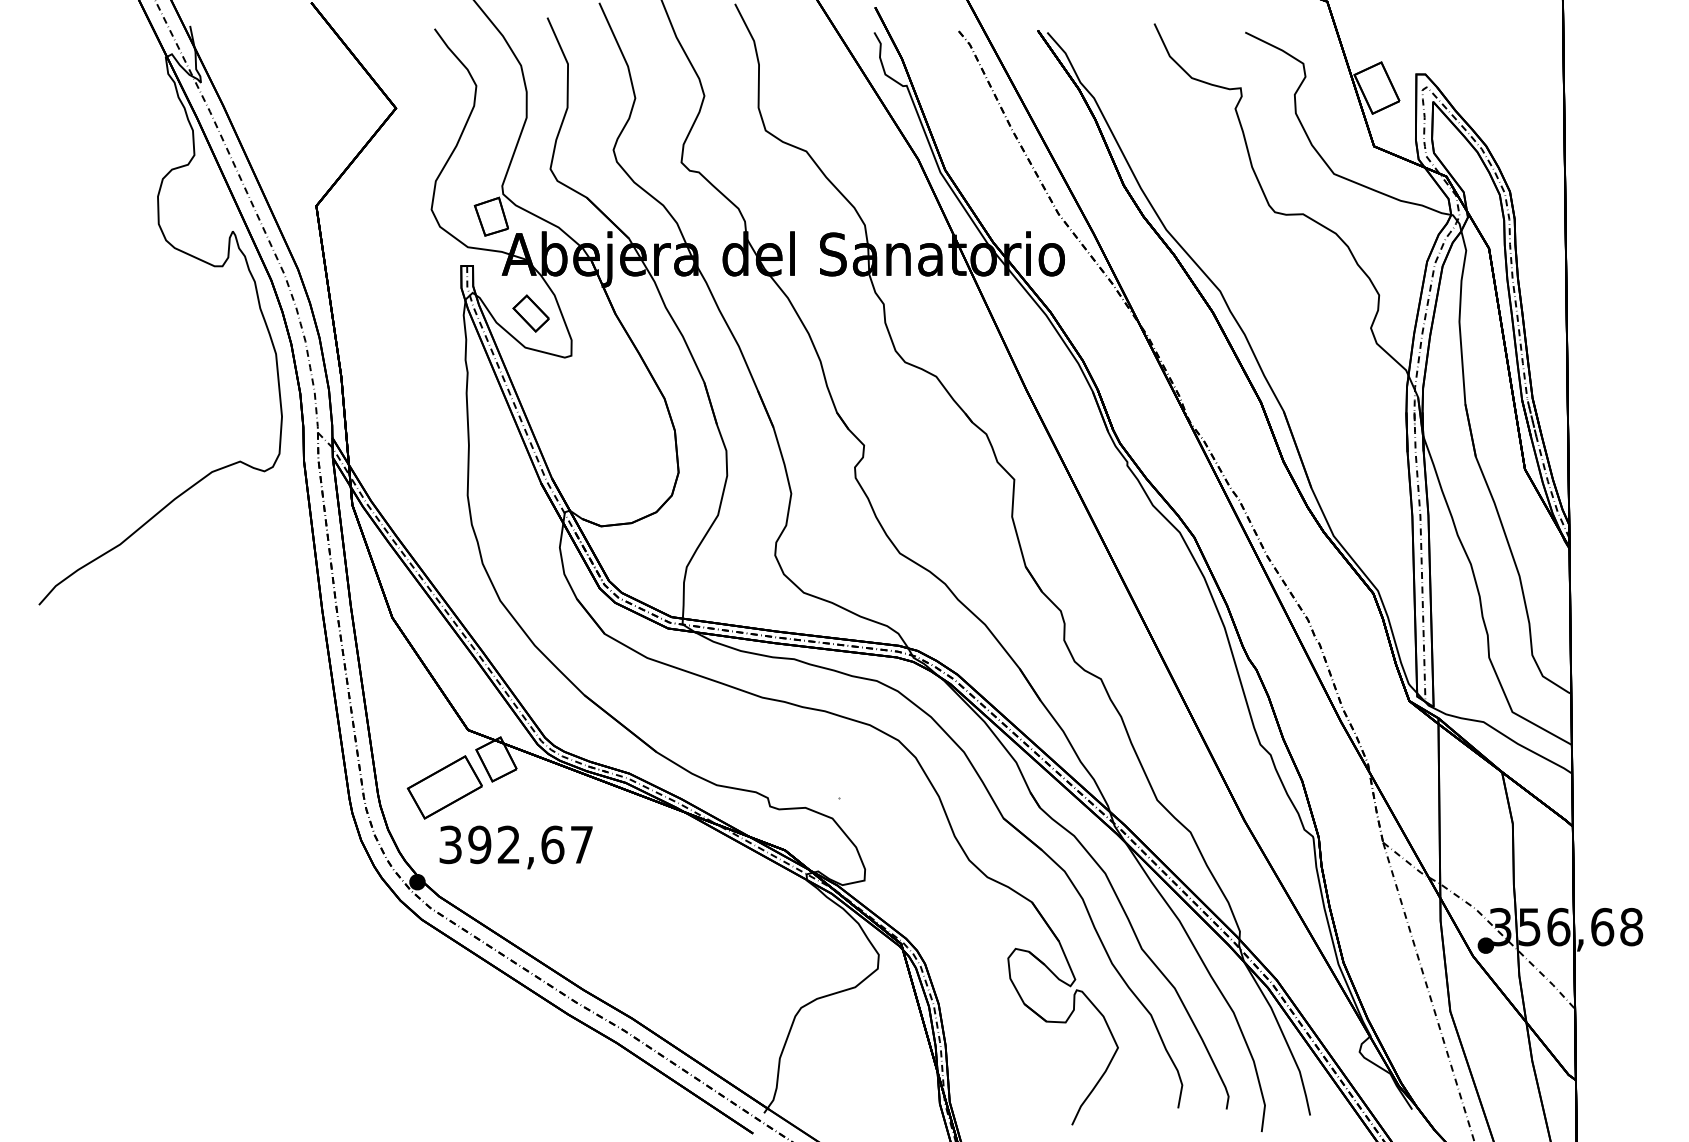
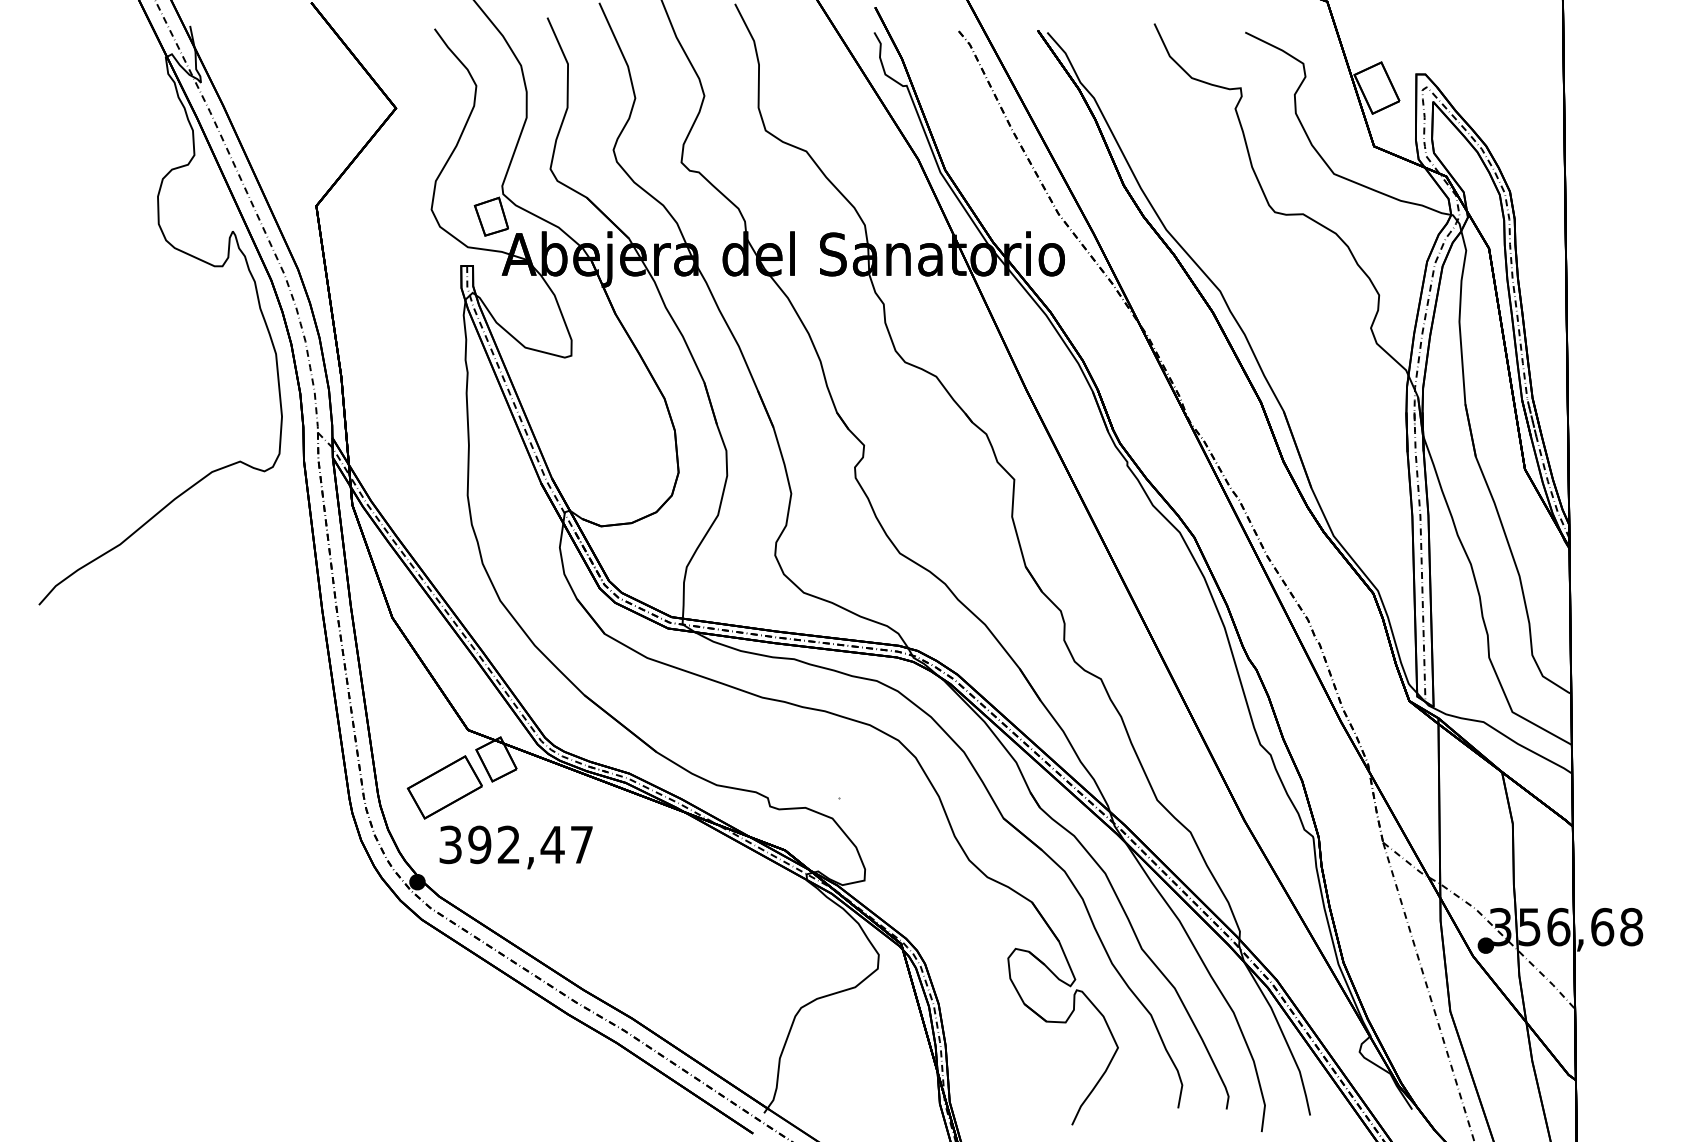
part at (530, 313): present -> none
text at (552, 844): 392,67 -> 392,47
